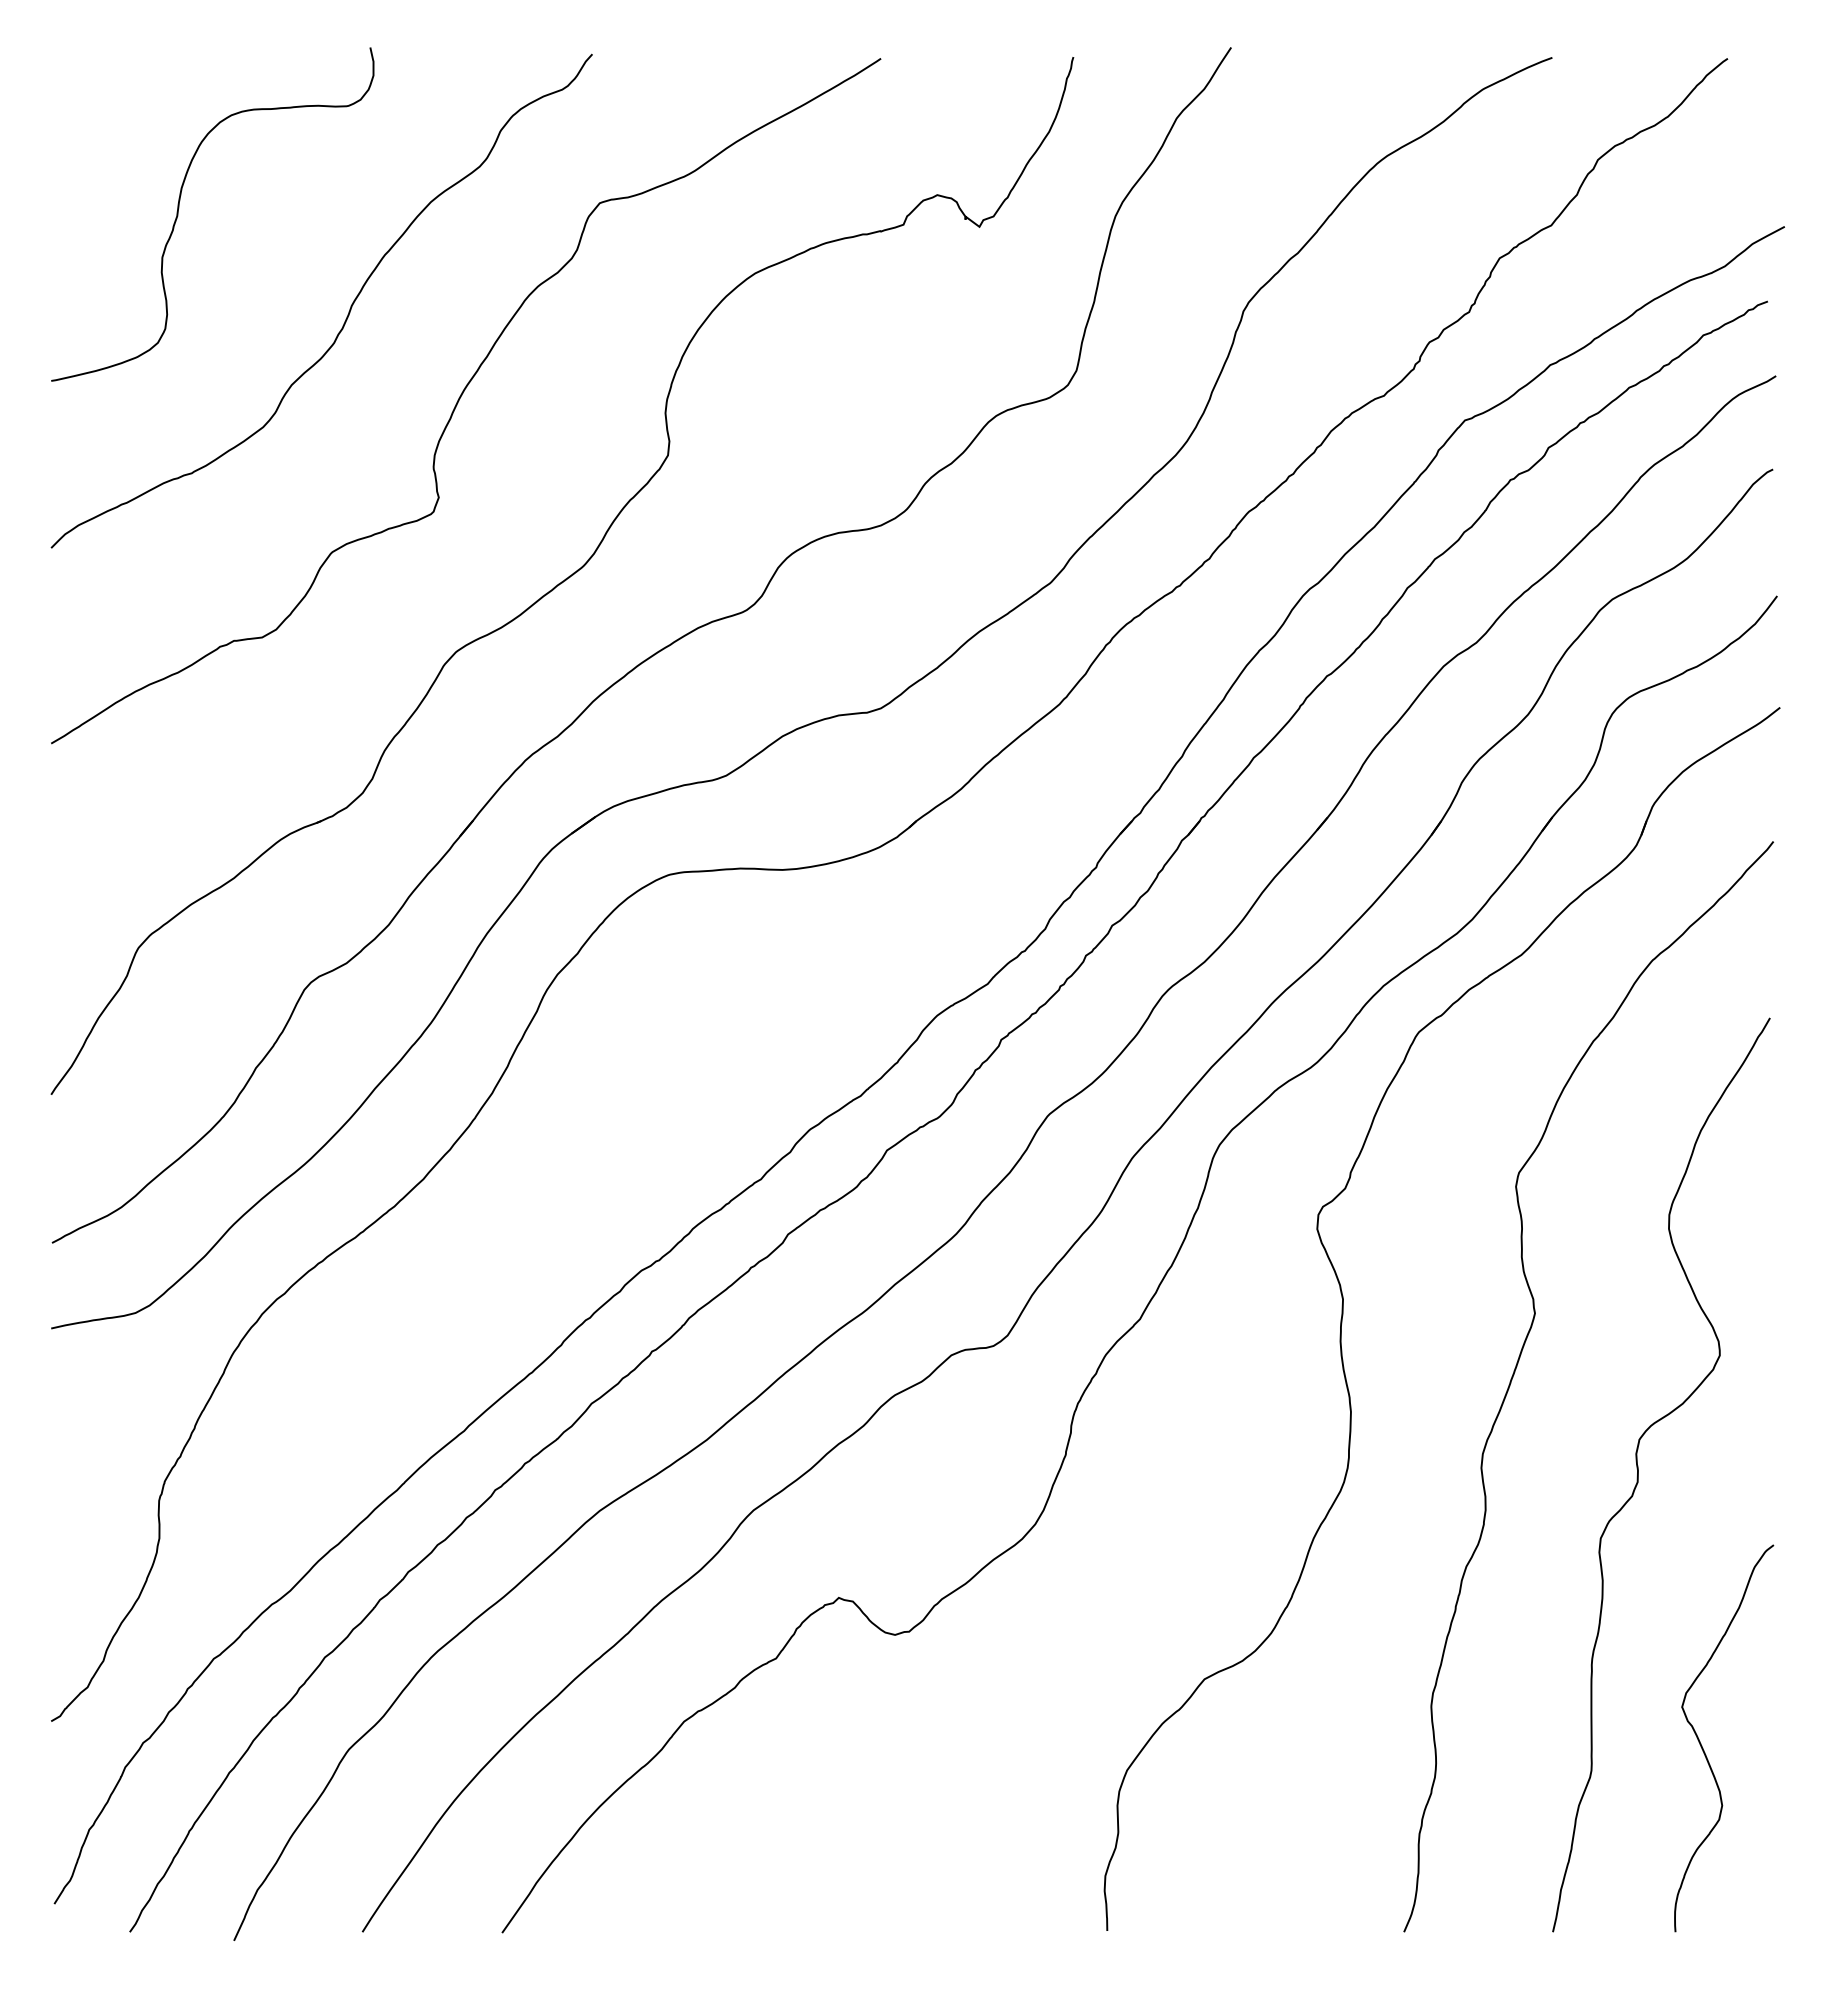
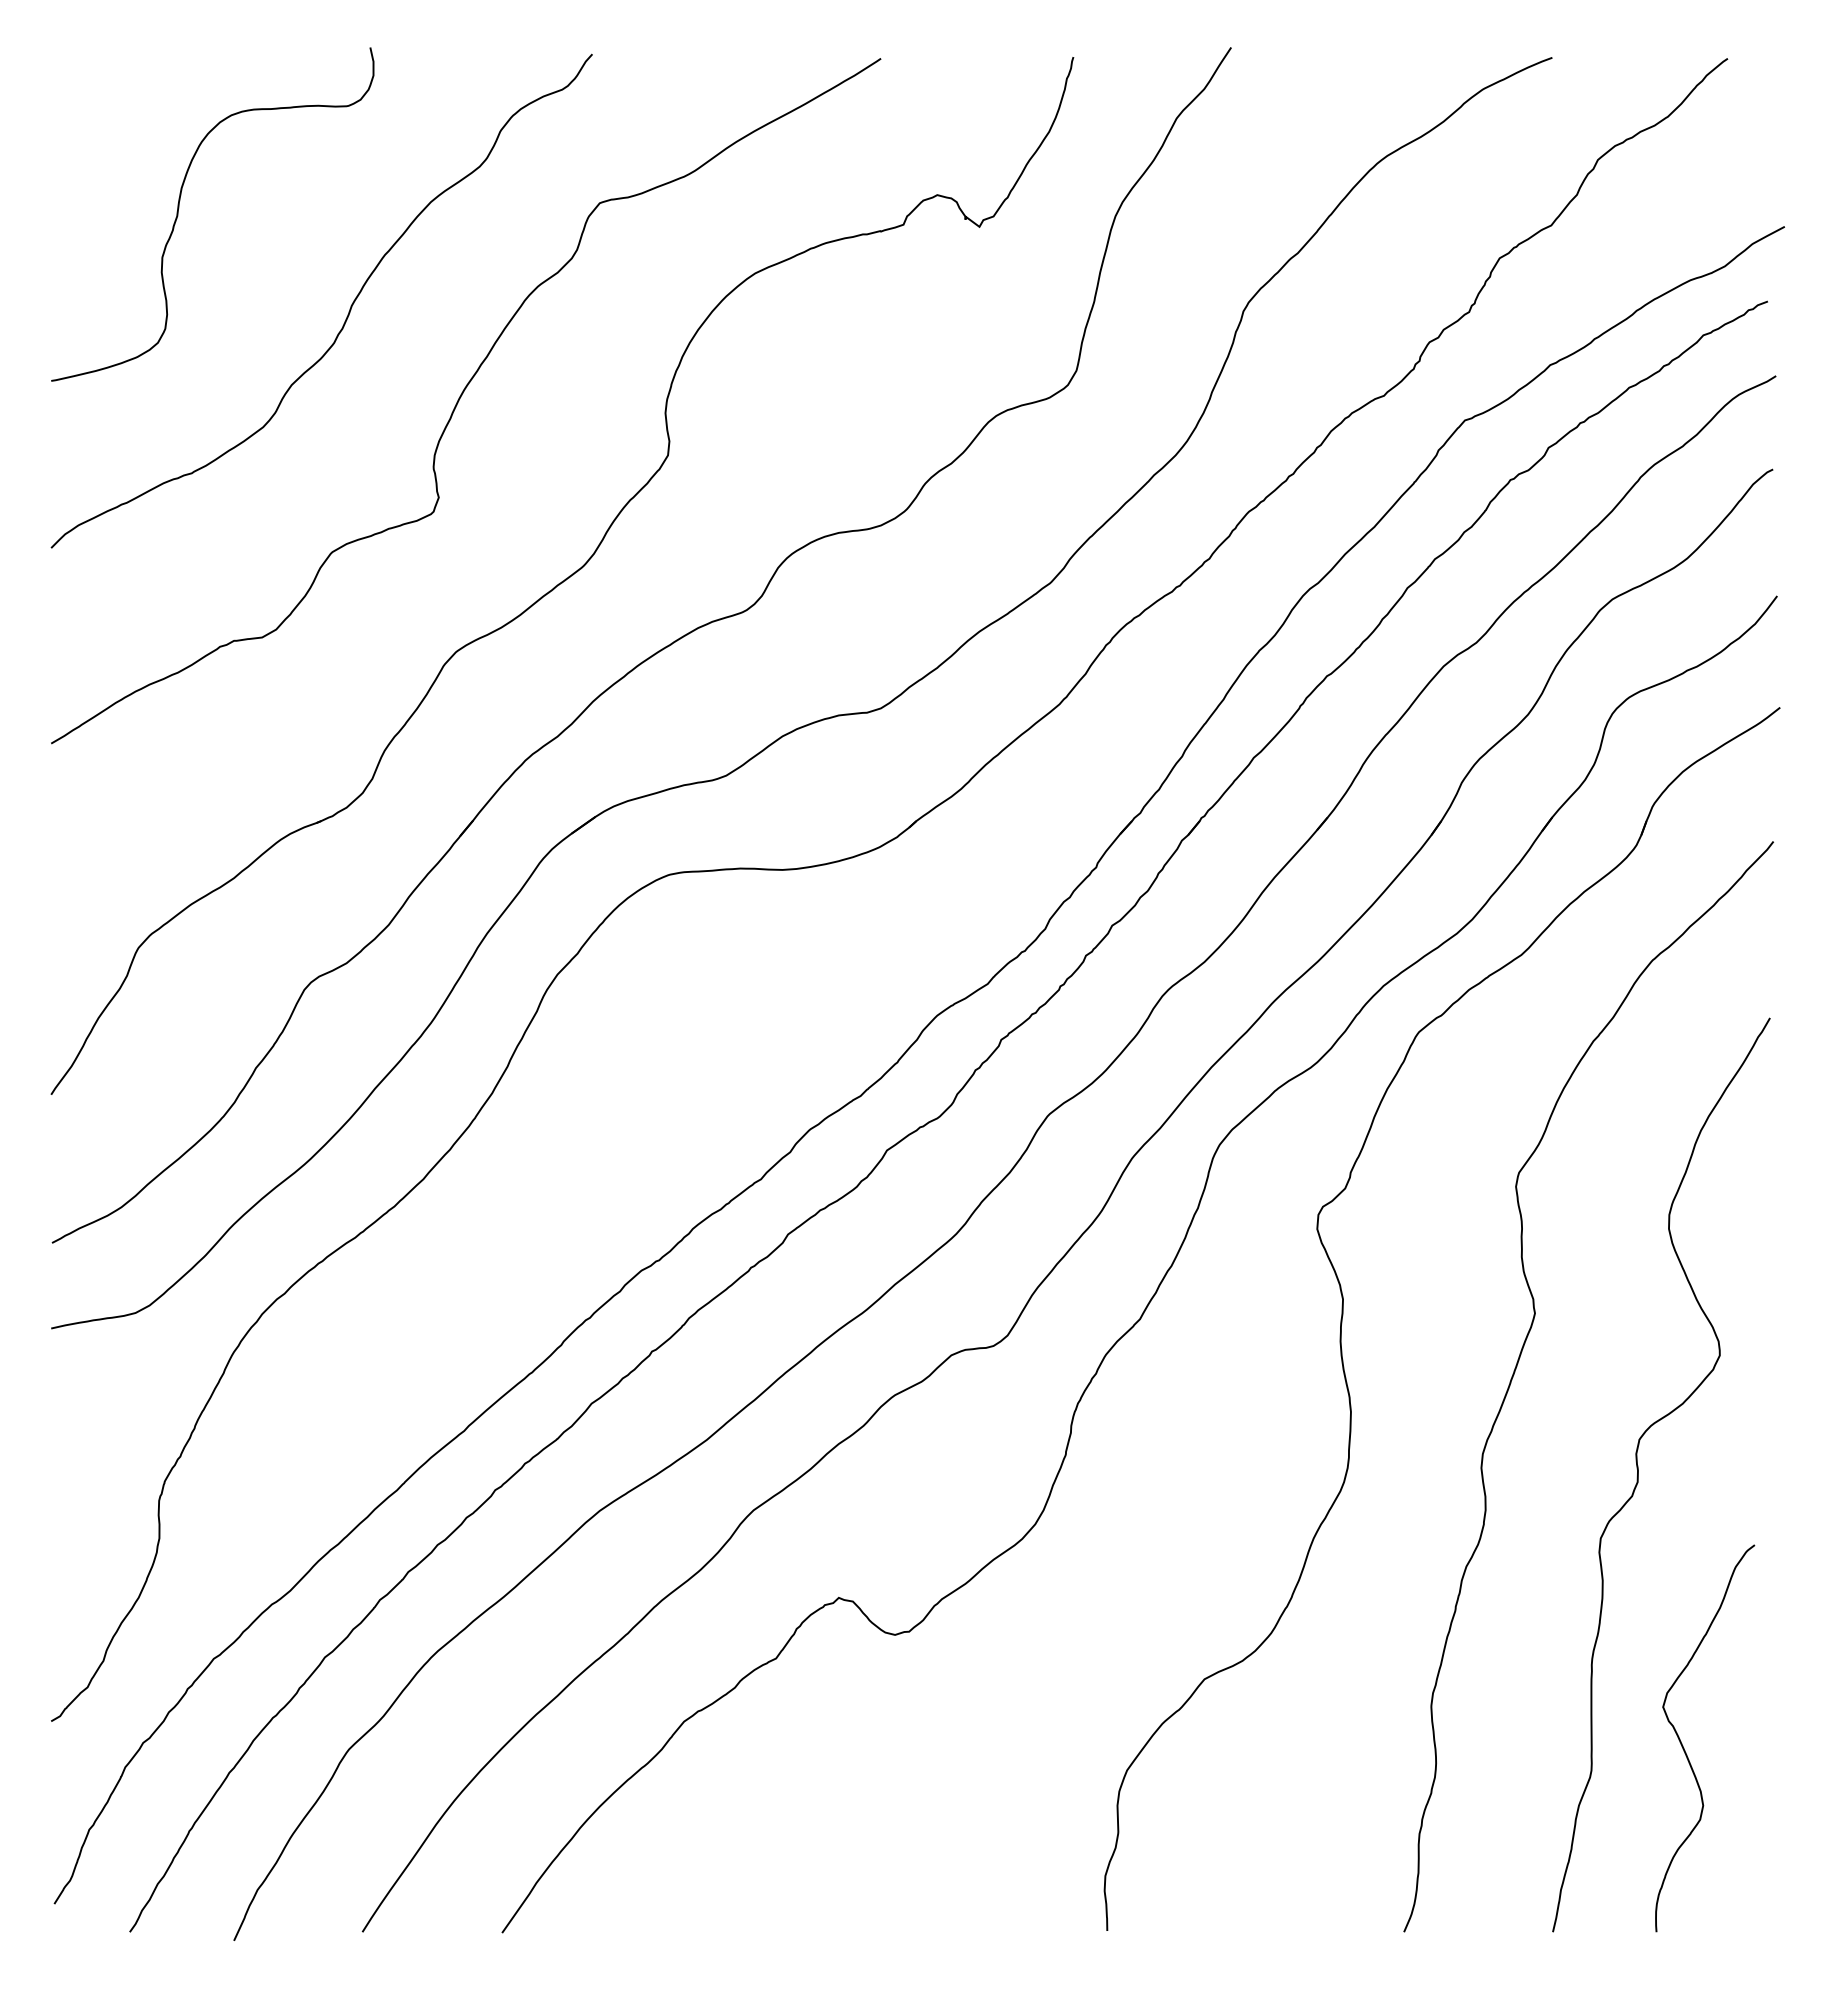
curve at (1702, 1745) position: (1702, 1745) -> (1683, 1745)
